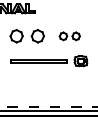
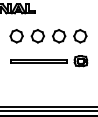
part at (69, 36) size: 23x11 px -> 36x15 px
line at (48, 106): dashed -> solid
